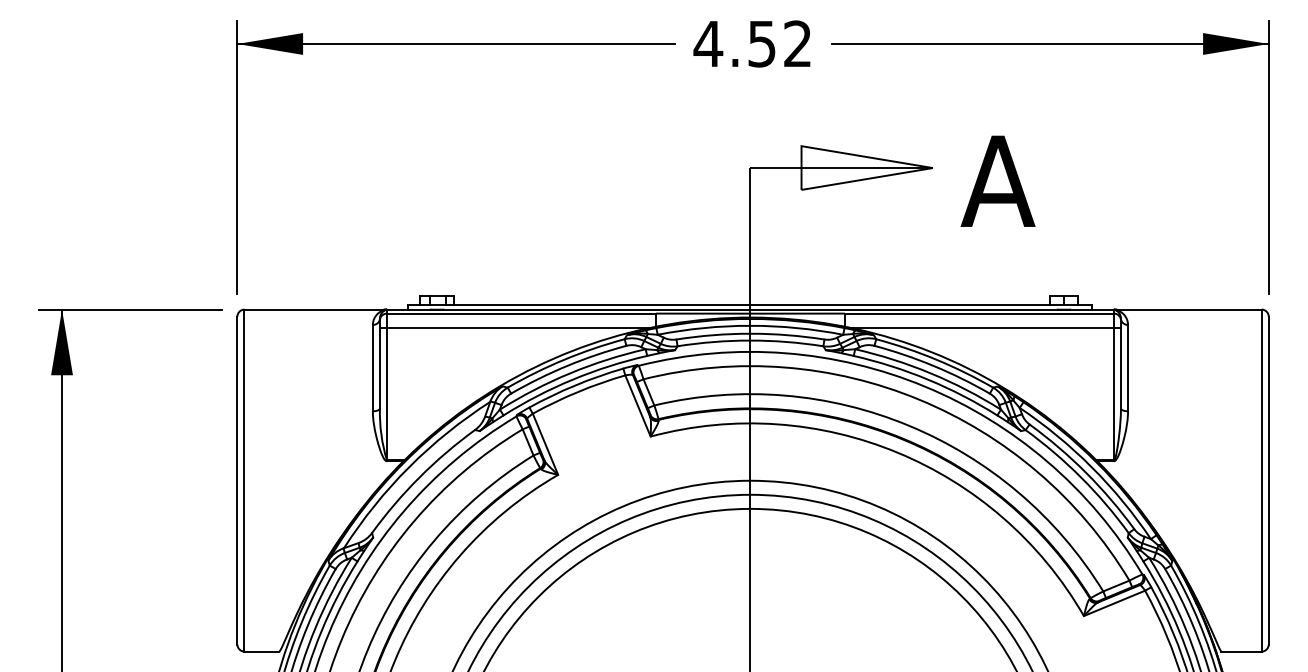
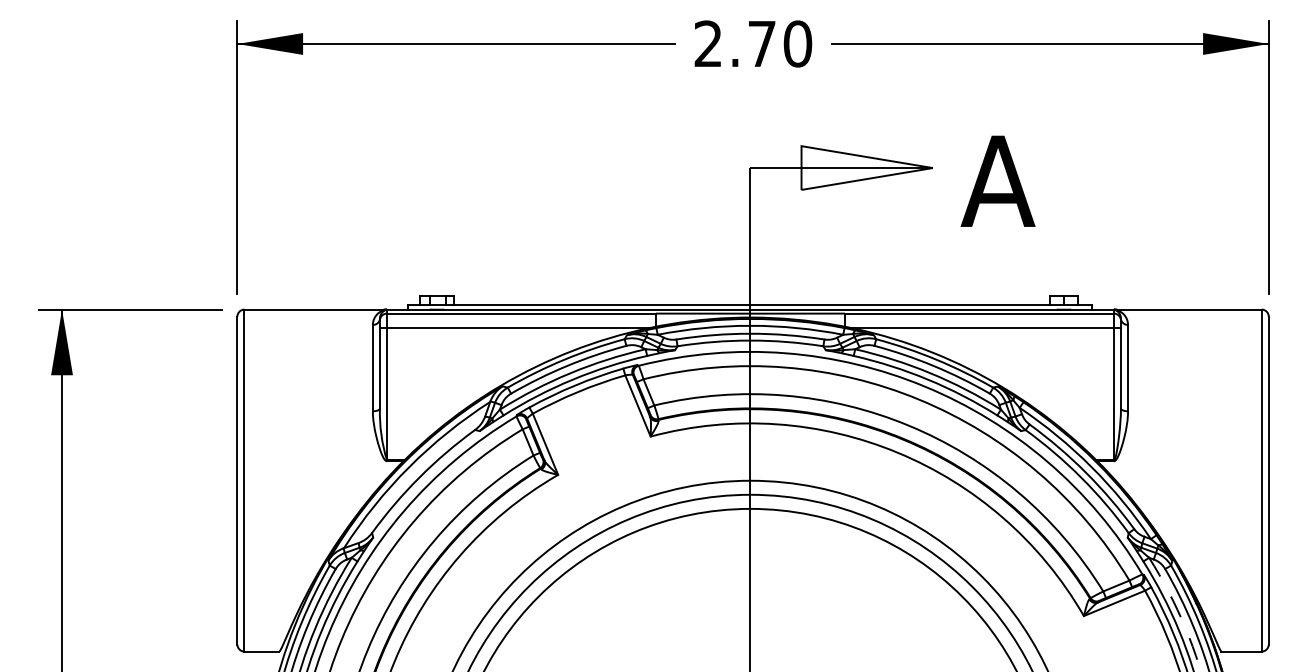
text at (752, 43): 4.52 -> 2.70
arc at (1178, 612): solid -> dashed
